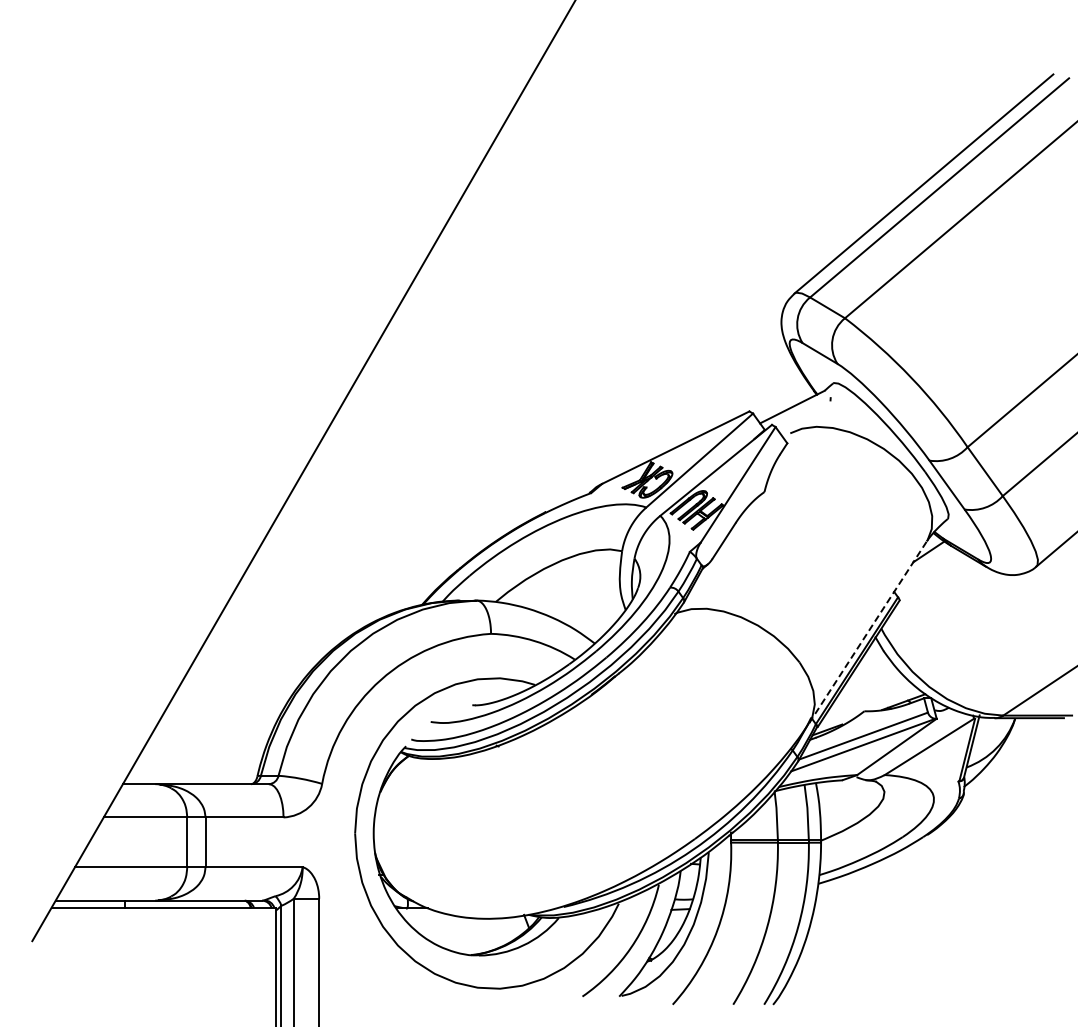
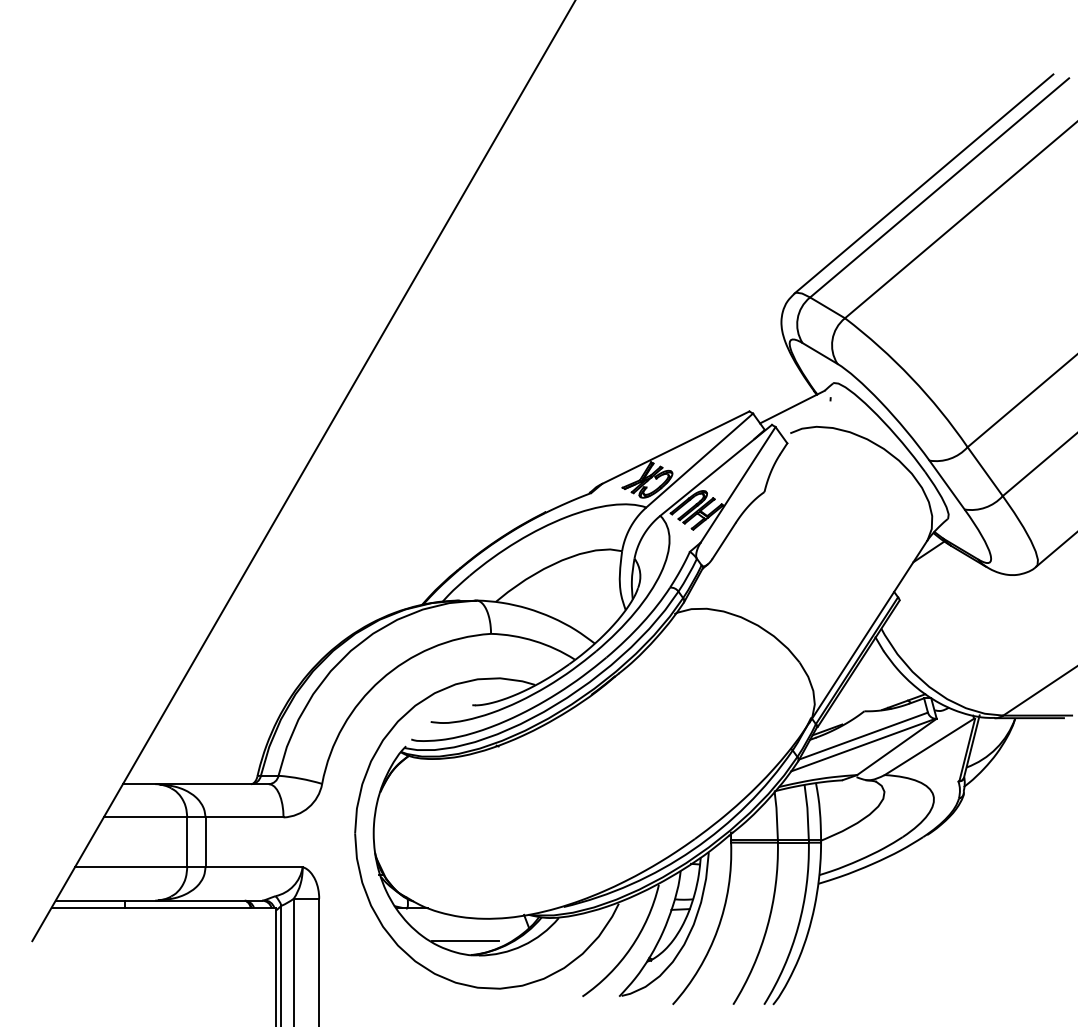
line at (868, 631): dashed -> solid
line at (464, 941): none -> present
